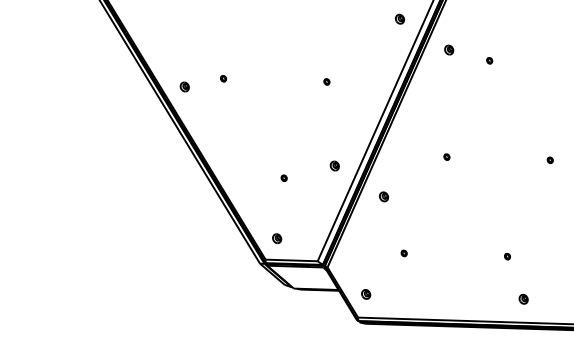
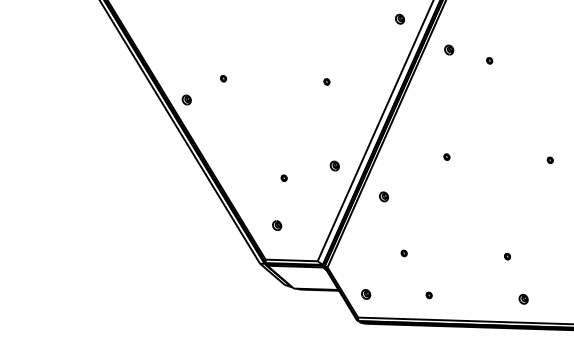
part at (184, 86) position: (184, 86) -> (186, 99)
part at (277, 238) position: (277, 238) -> (277, 225)
part at (428, 295): none -> present
